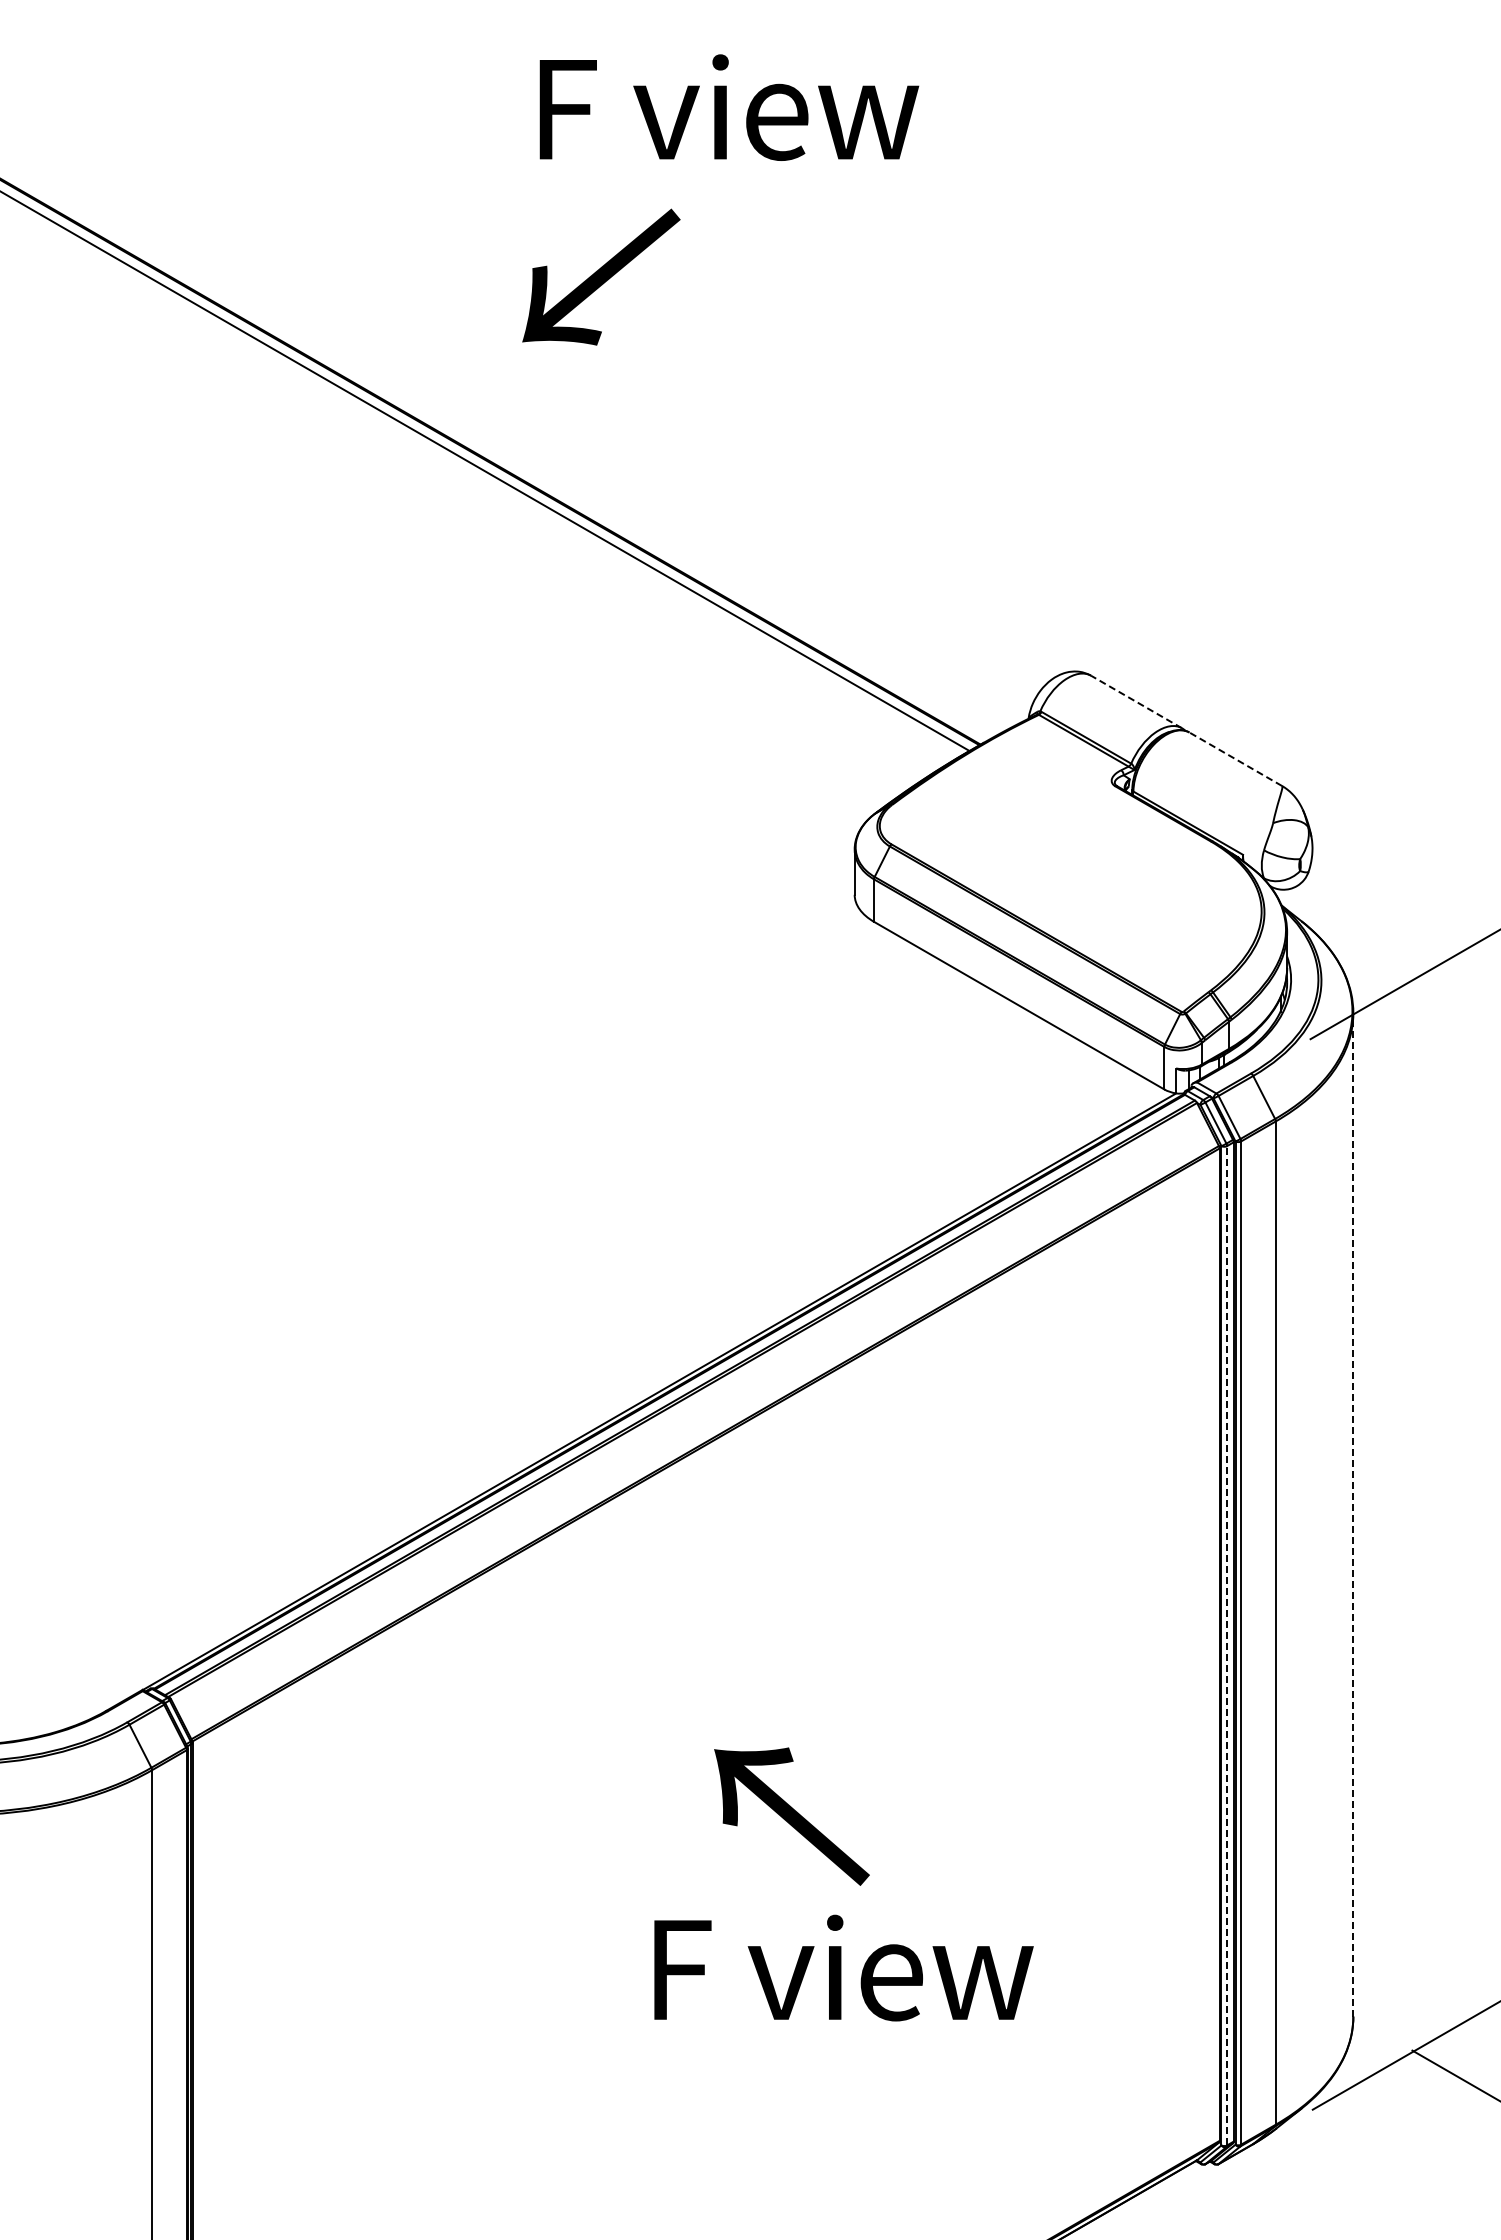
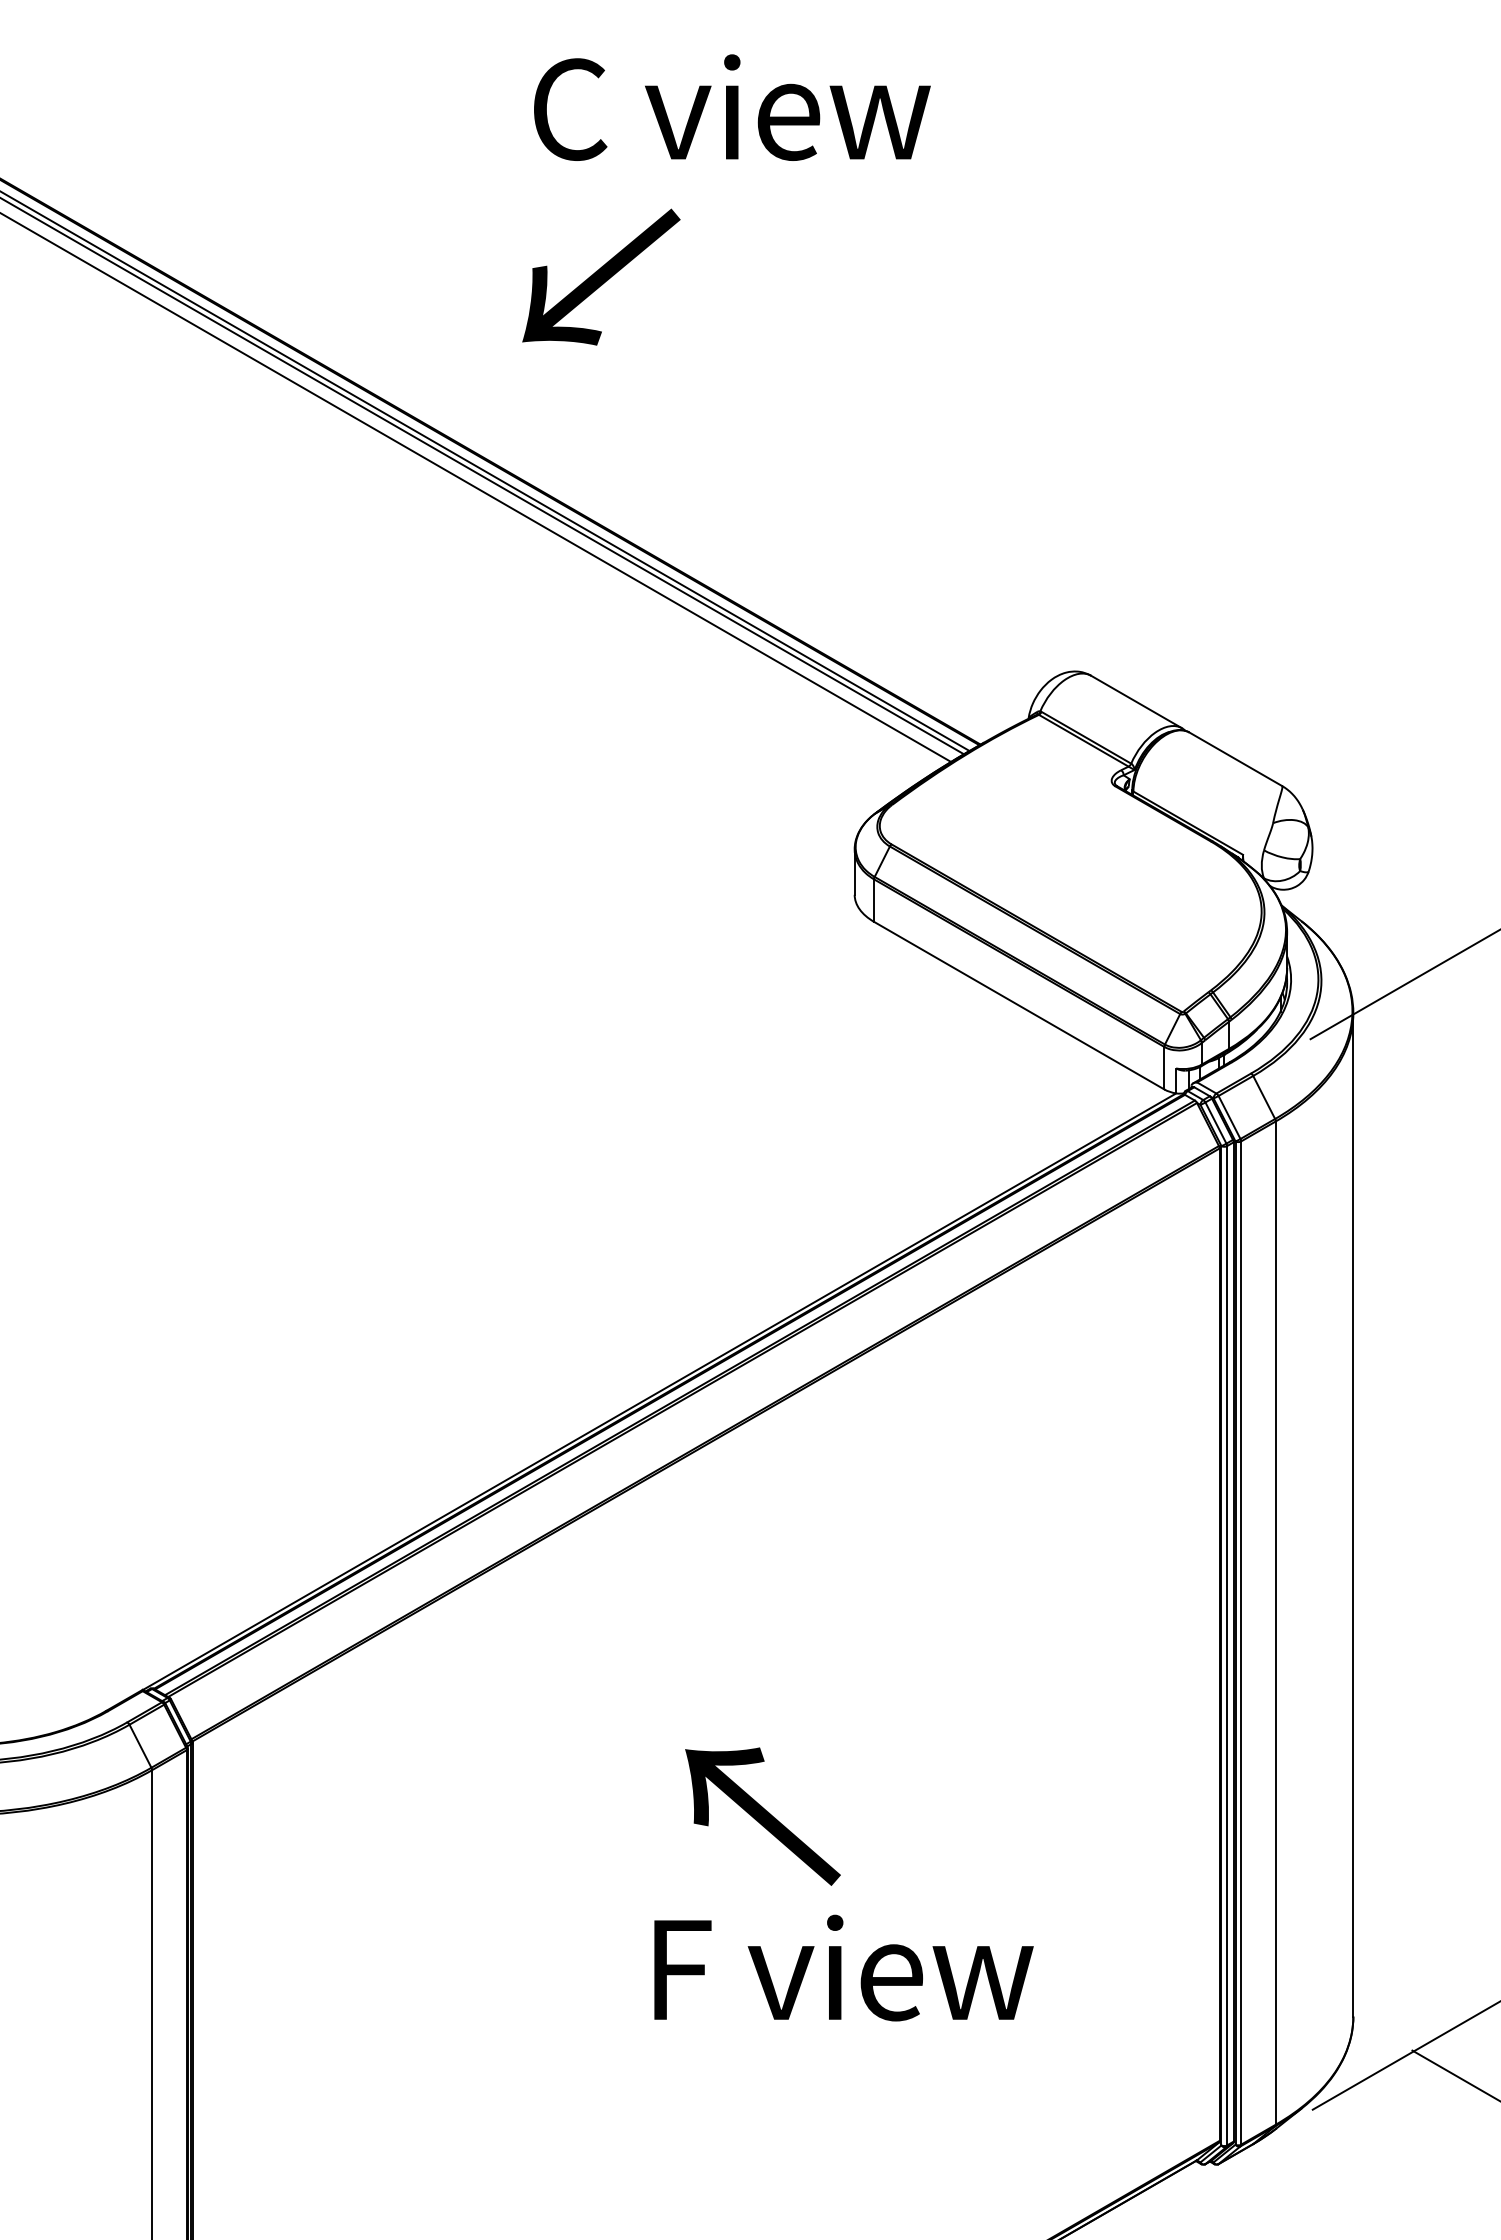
text at (732, 107): F view -> C view
line at (482, 476): none -> present
line at (476, 487): none -> present
line at (1136, 701): dashed -> solid
line at (1235, 758): dashed -> solid
line at (1353, 1514): dashed -> solid
line at (1227, 1645): dashed -> solid
text at (791, 1816) position: (791, 1816) -> (762, 1816)
